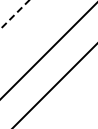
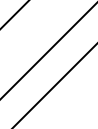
line at (14, 15): dashed -> solid
